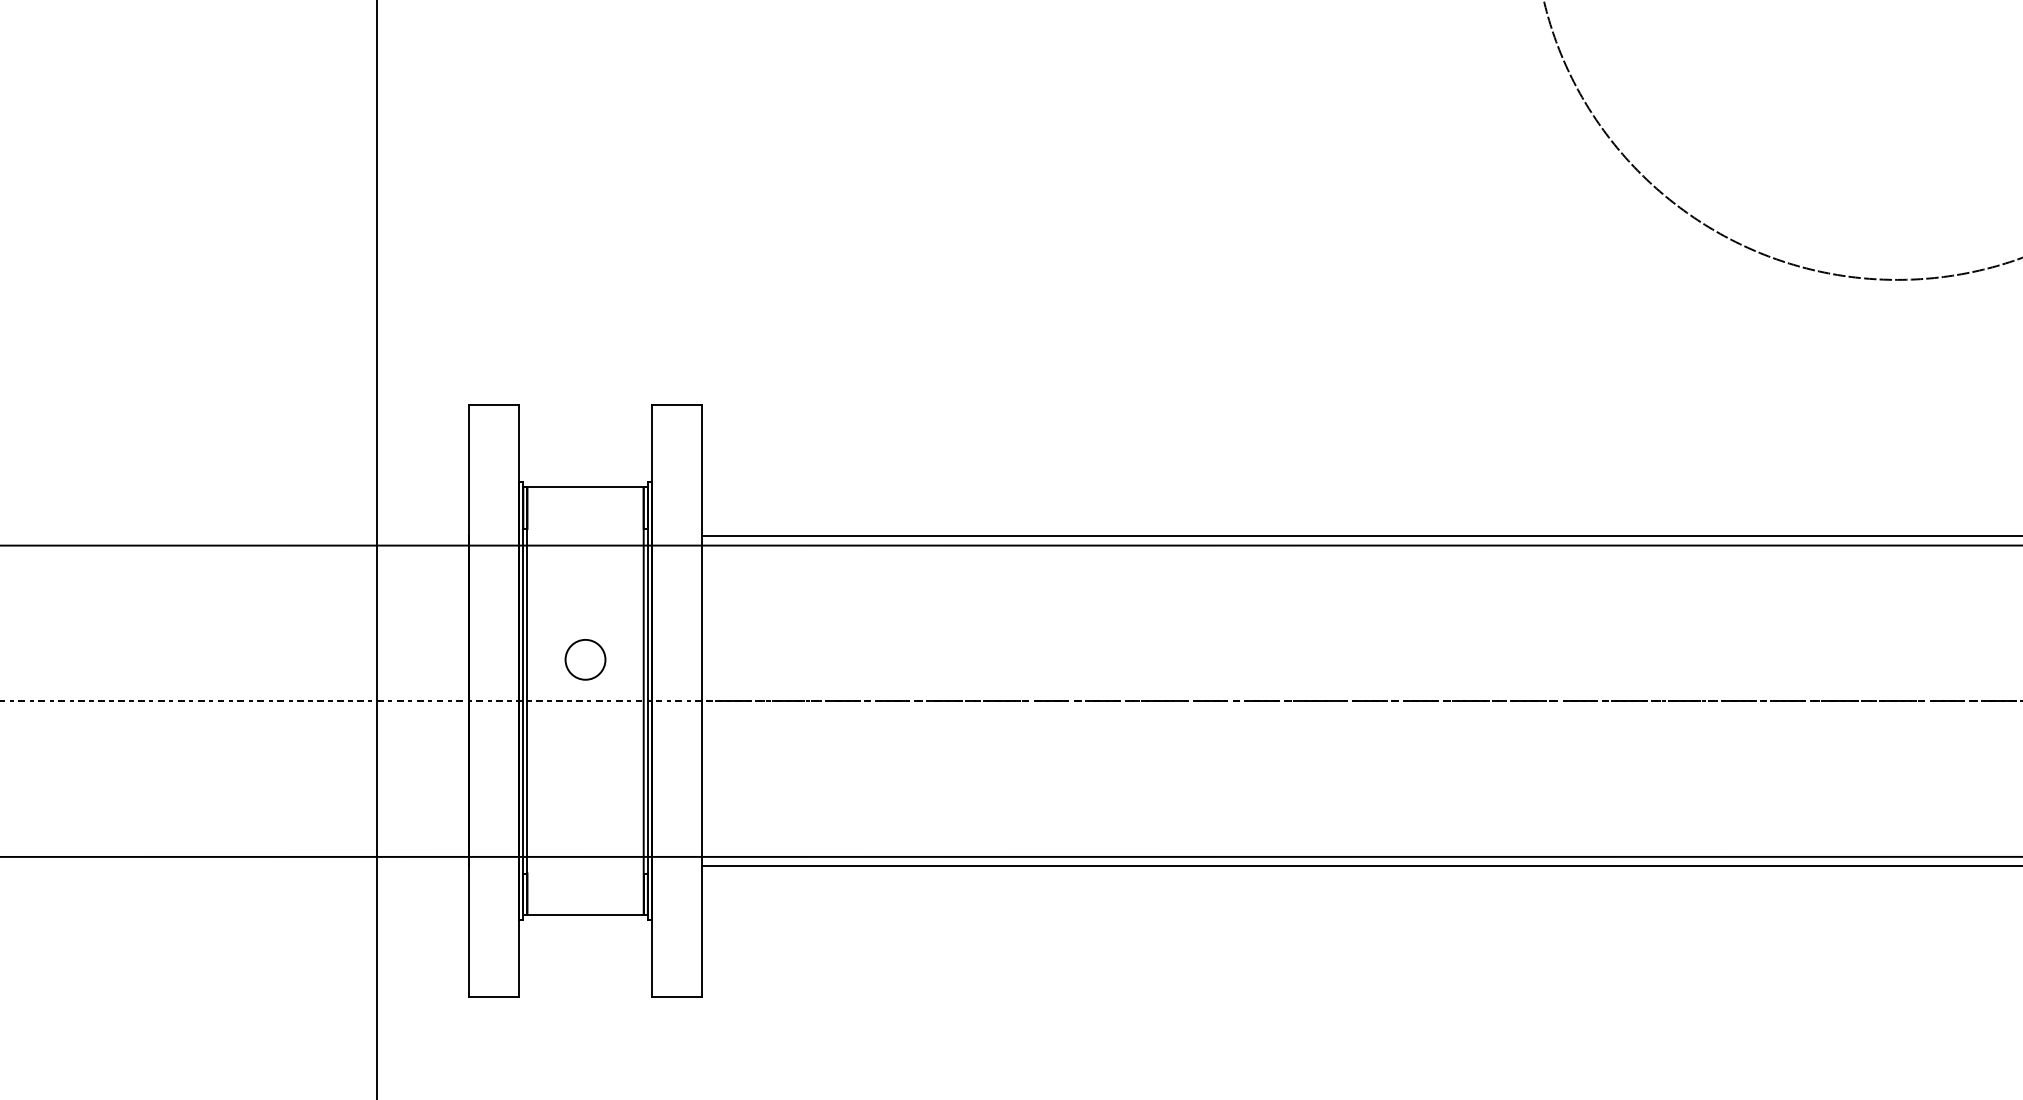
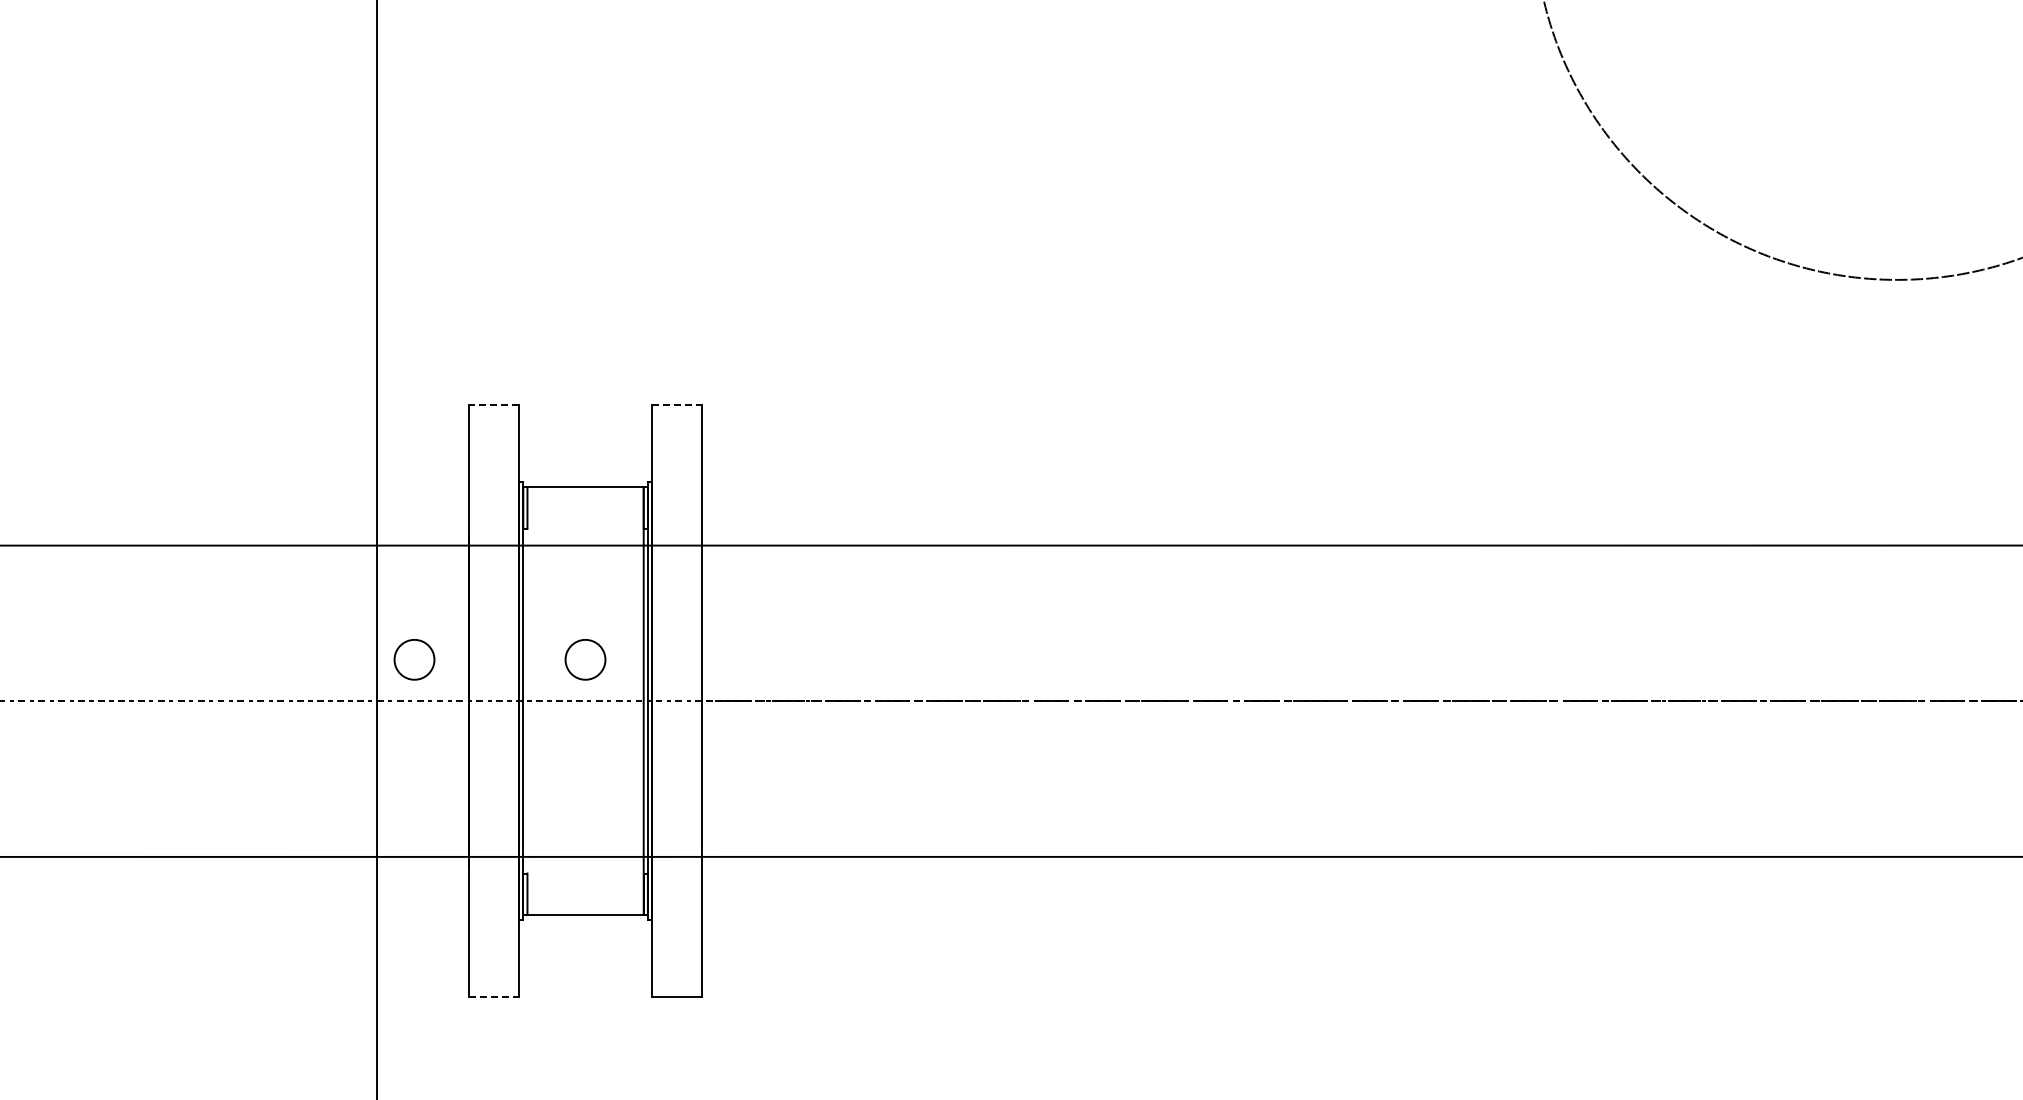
line at (494, 405): solid -> dashed
line at (676, 405): solid -> dashed
line at (1360, 536): present -> none
circle at (414, 659): none -> present
line at (527, 701): present -> none
line at (1360, 866): present -> none
line at (494, 997): solid -> dashed
